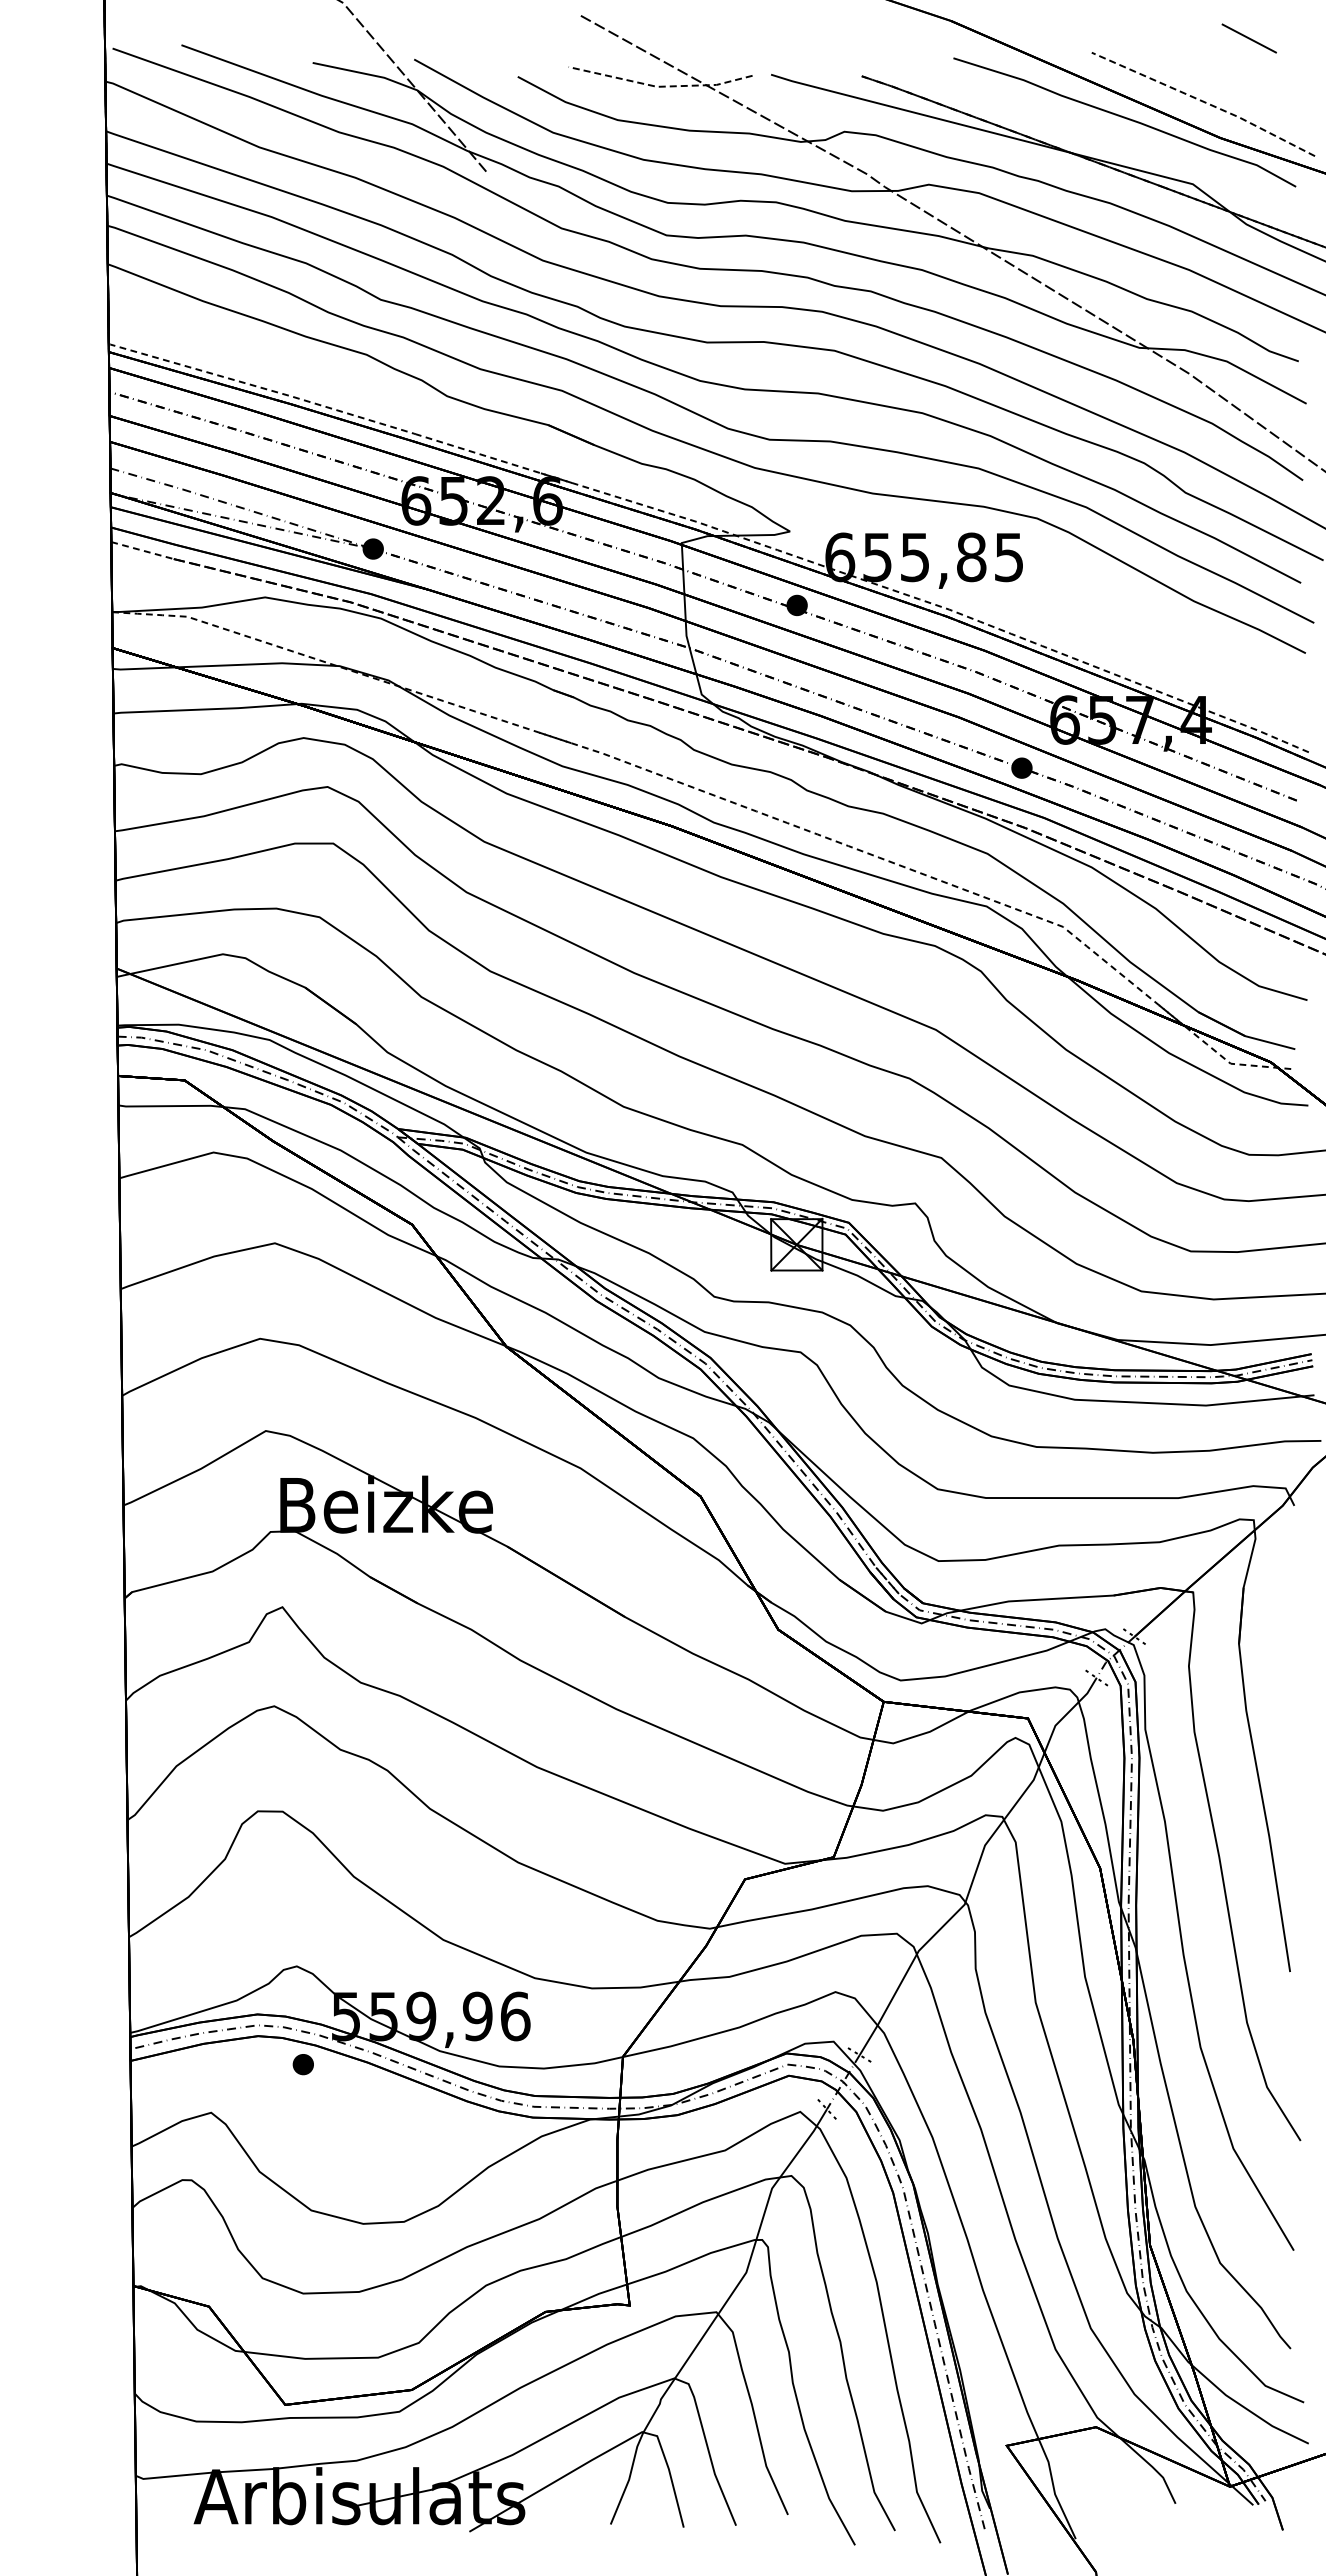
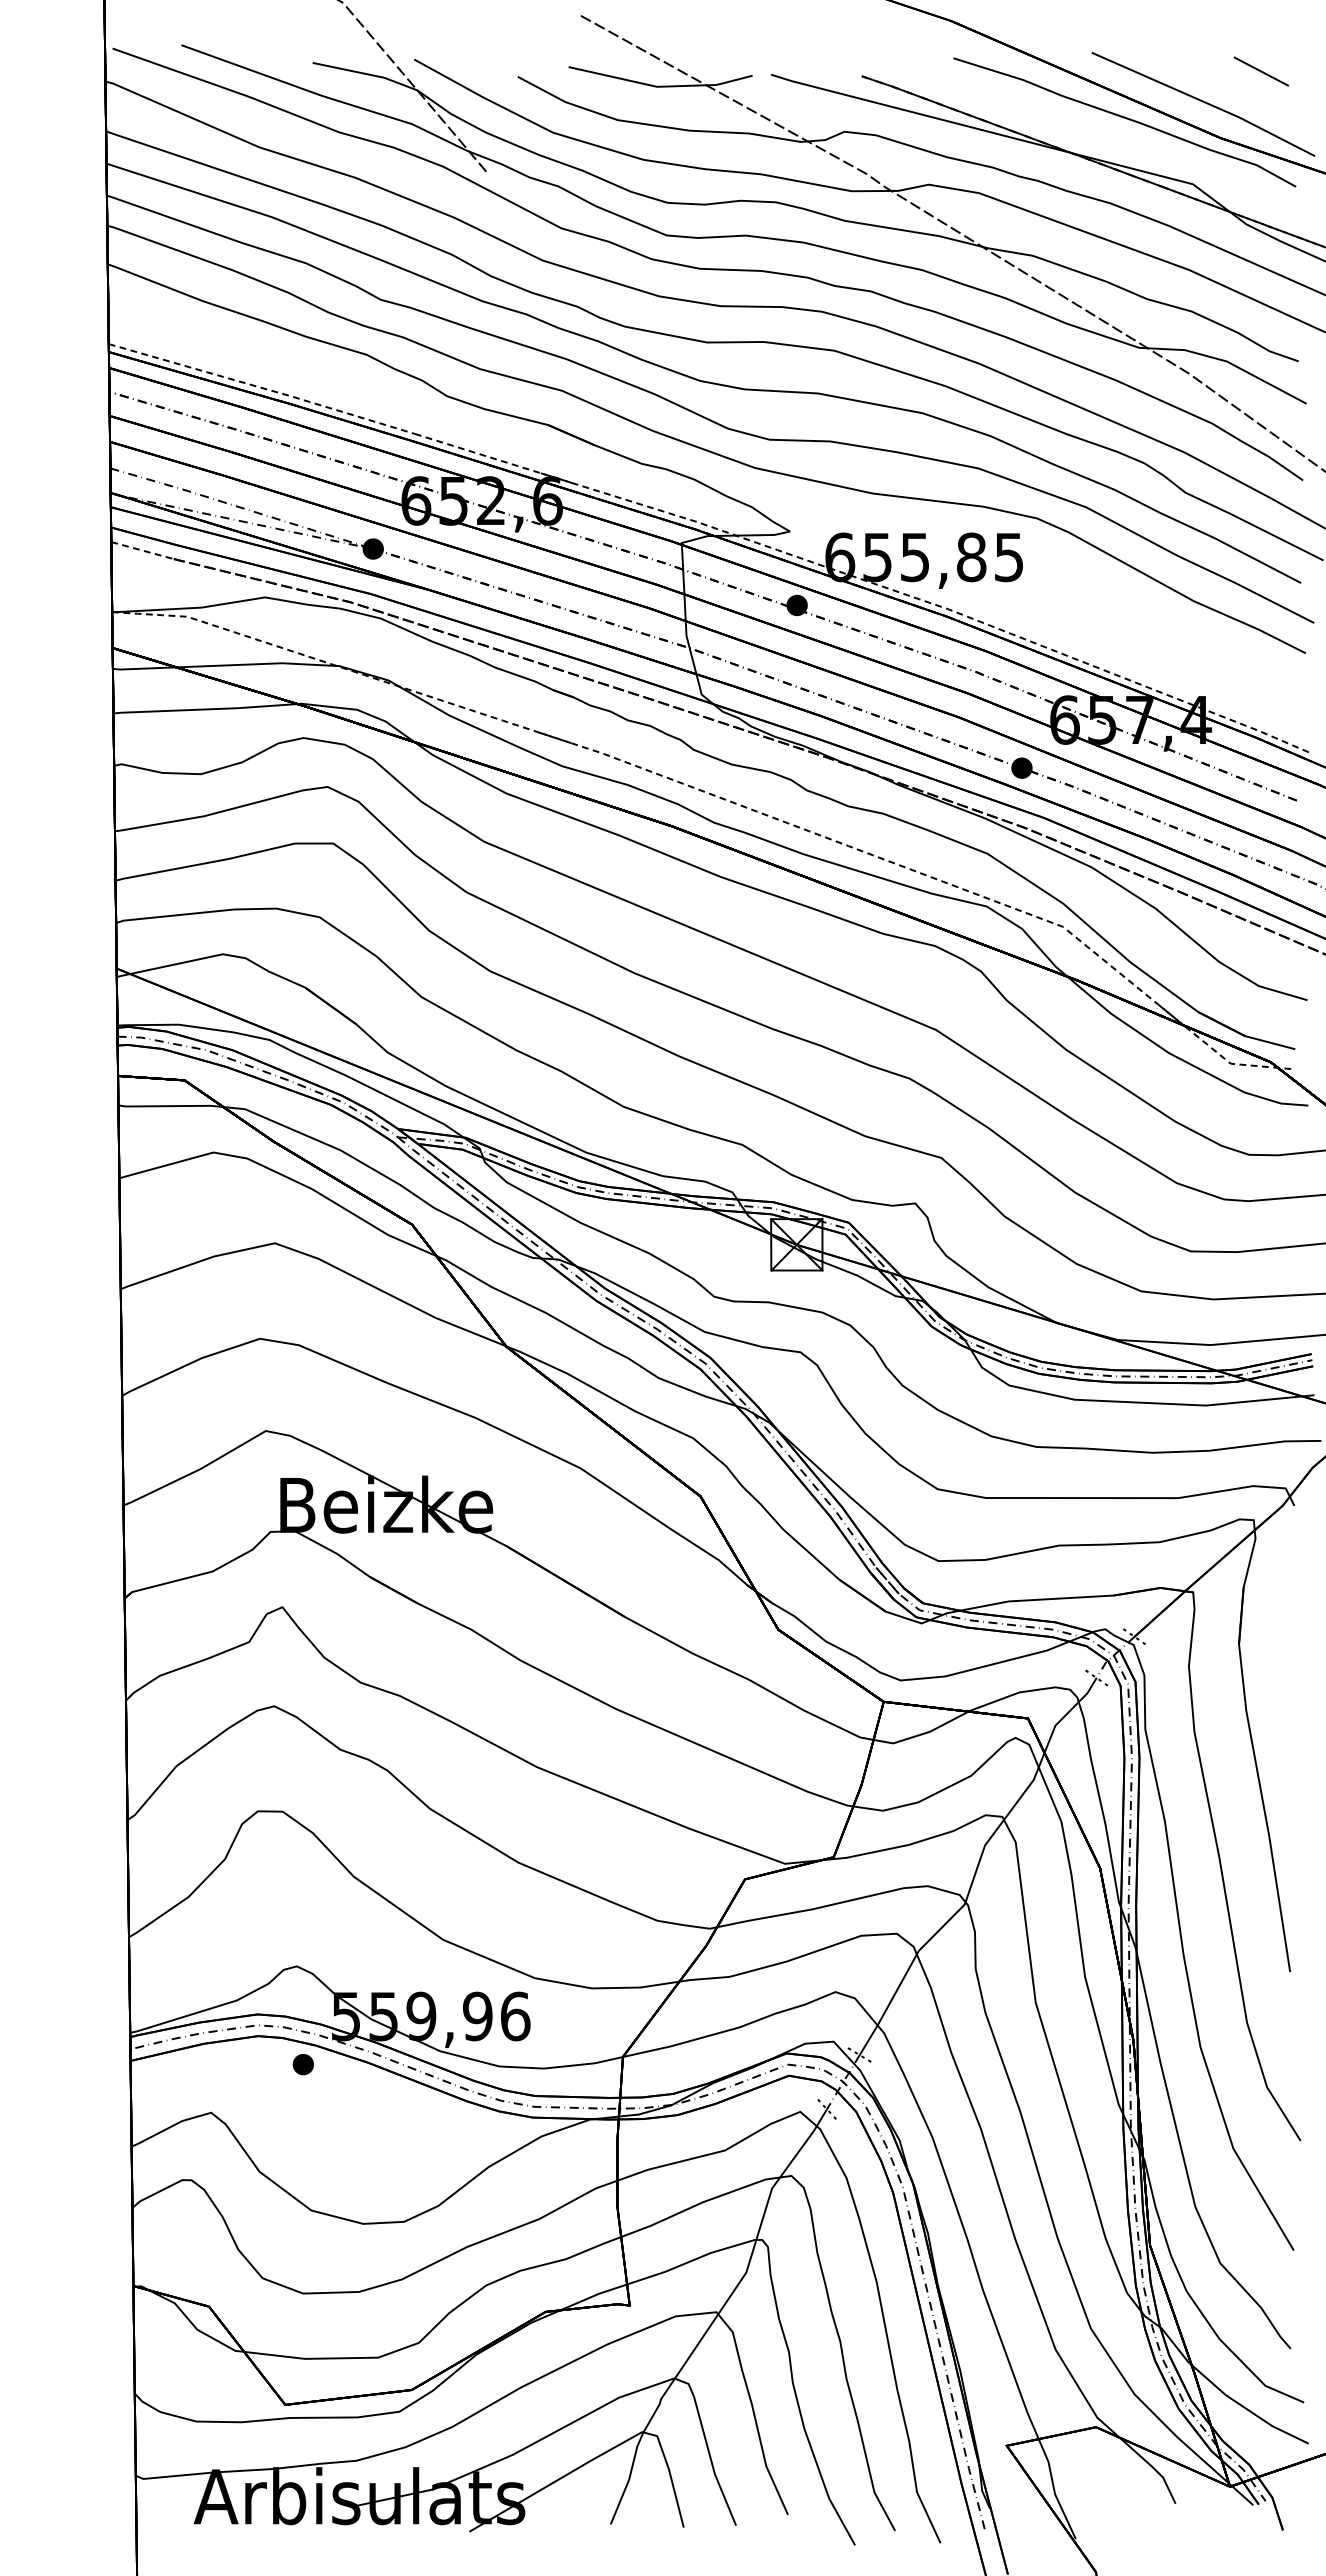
line at (1248, 38) position: (1248, 38) -> (1260, 71)
line at (660, 86): dashed -> solid
line at (1205, 102): dashed -> solid
